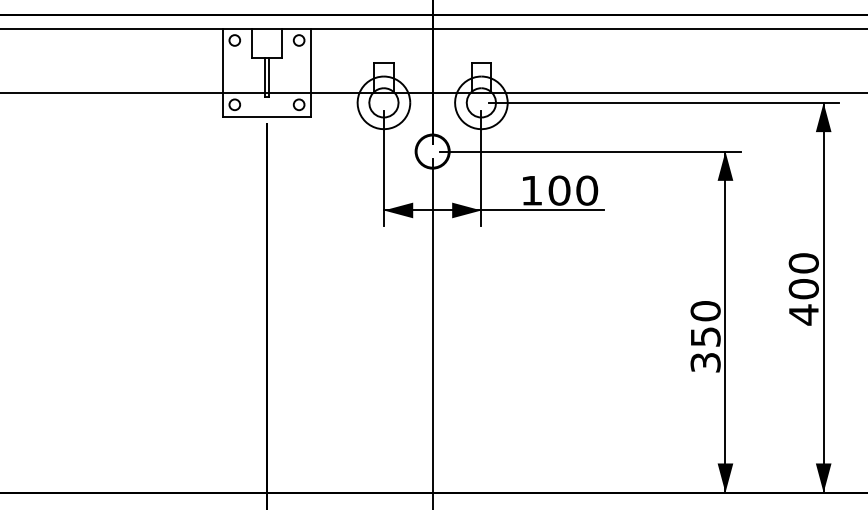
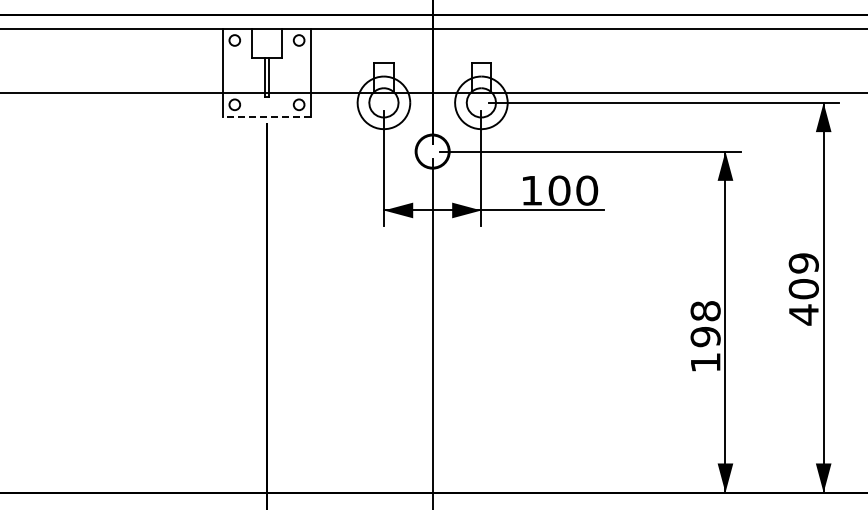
line at (266, 116): solid -> dashed
text at (803, 263): 400 -> 409
text at (705, 336): 350 -> 198
